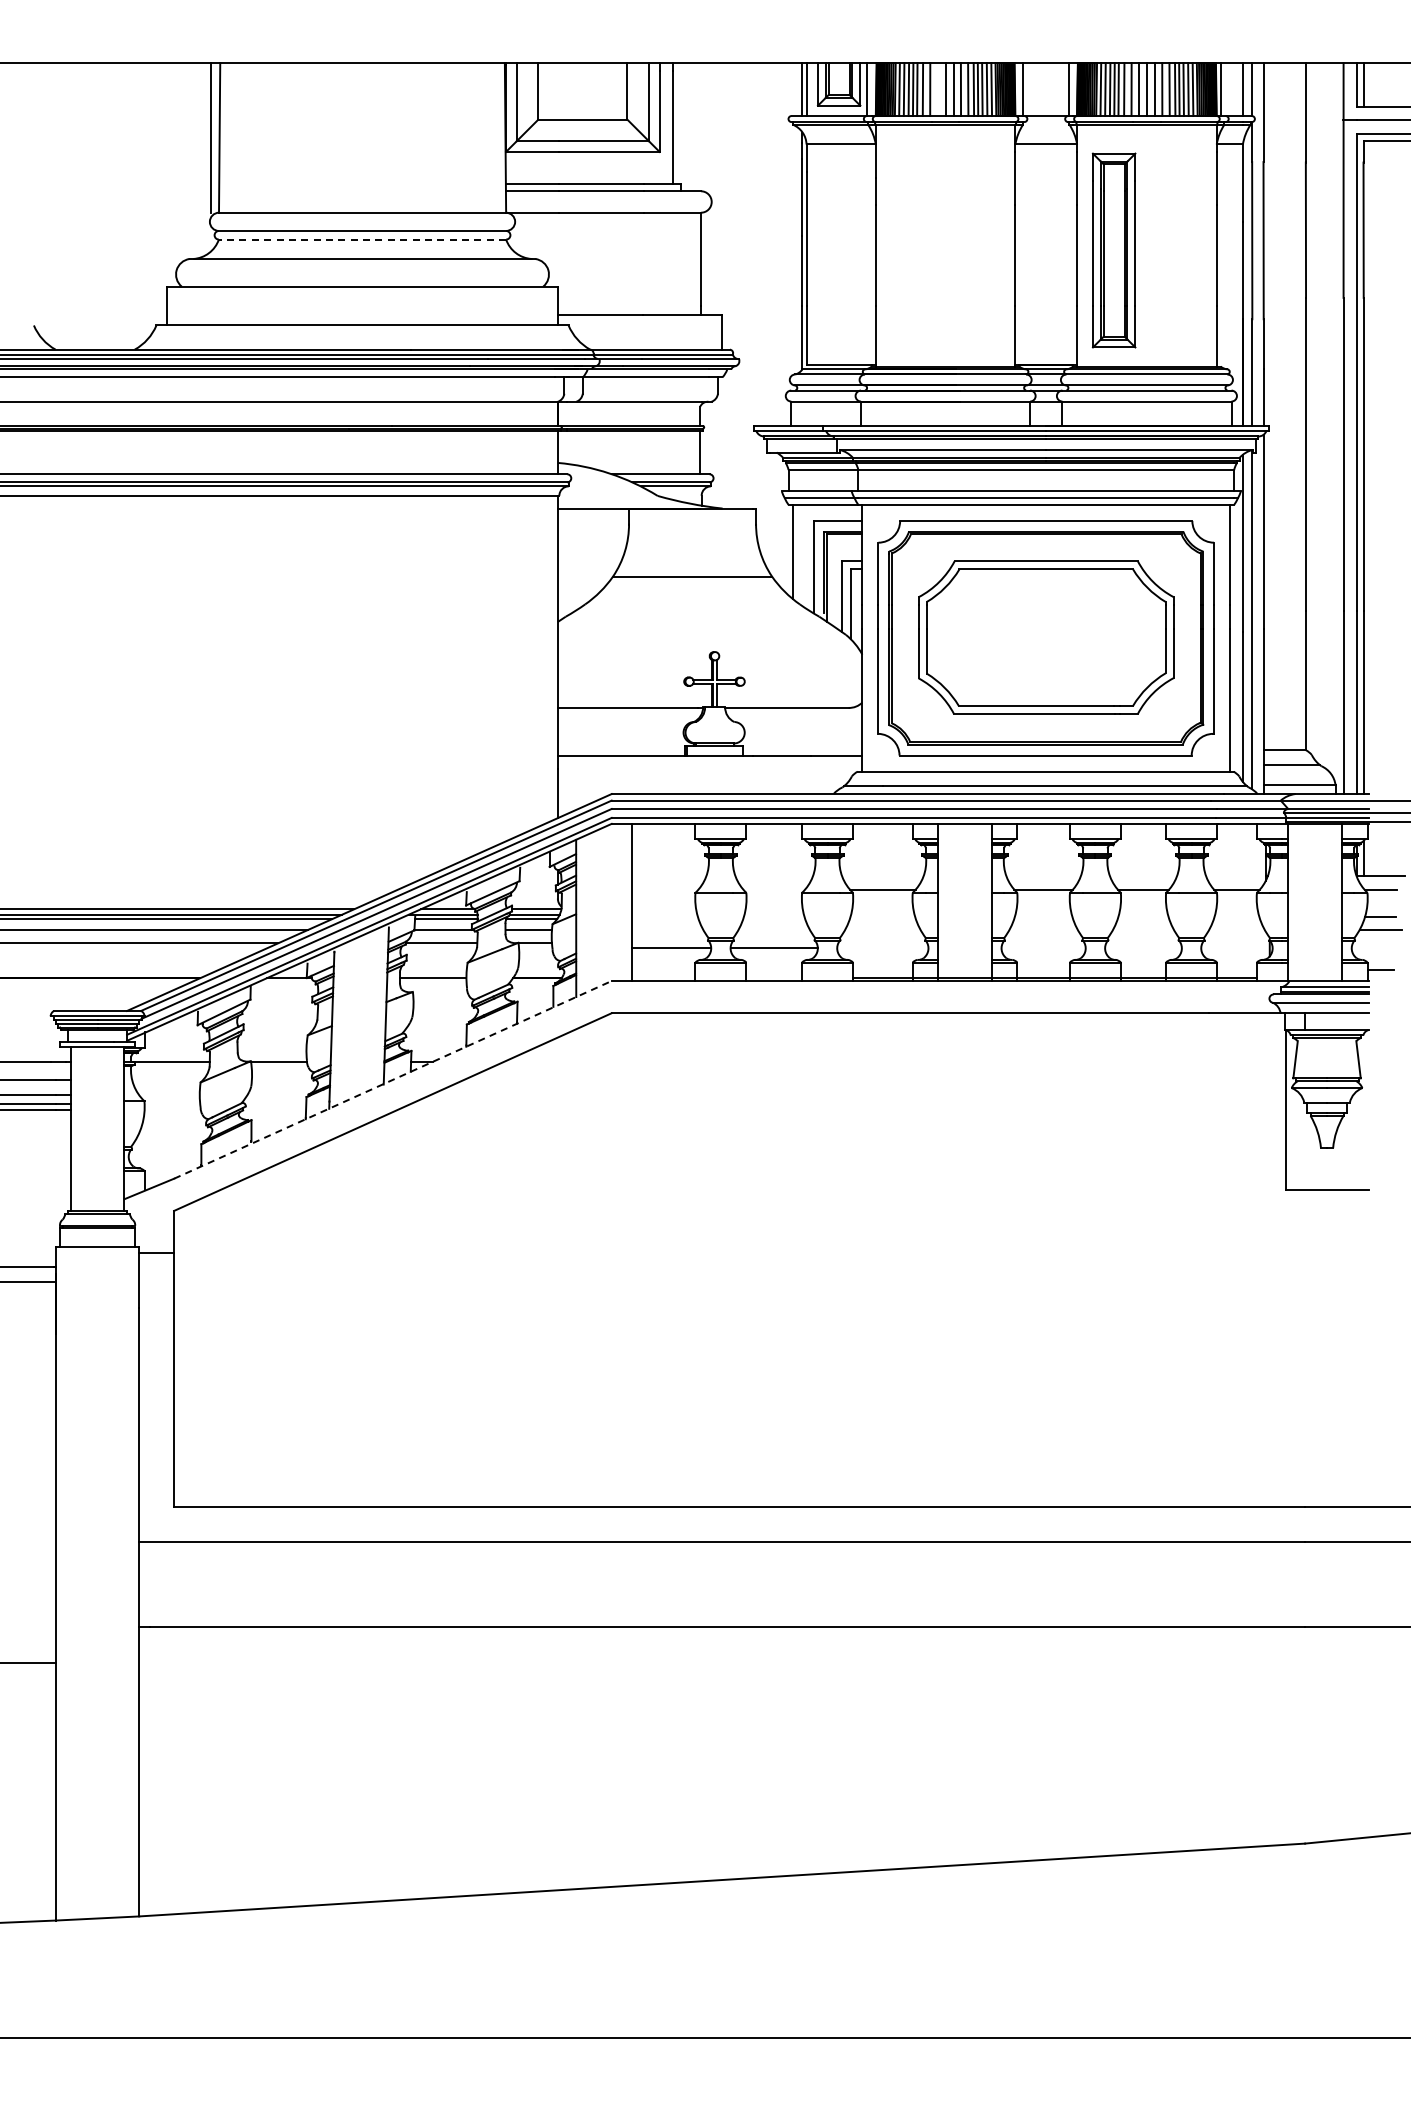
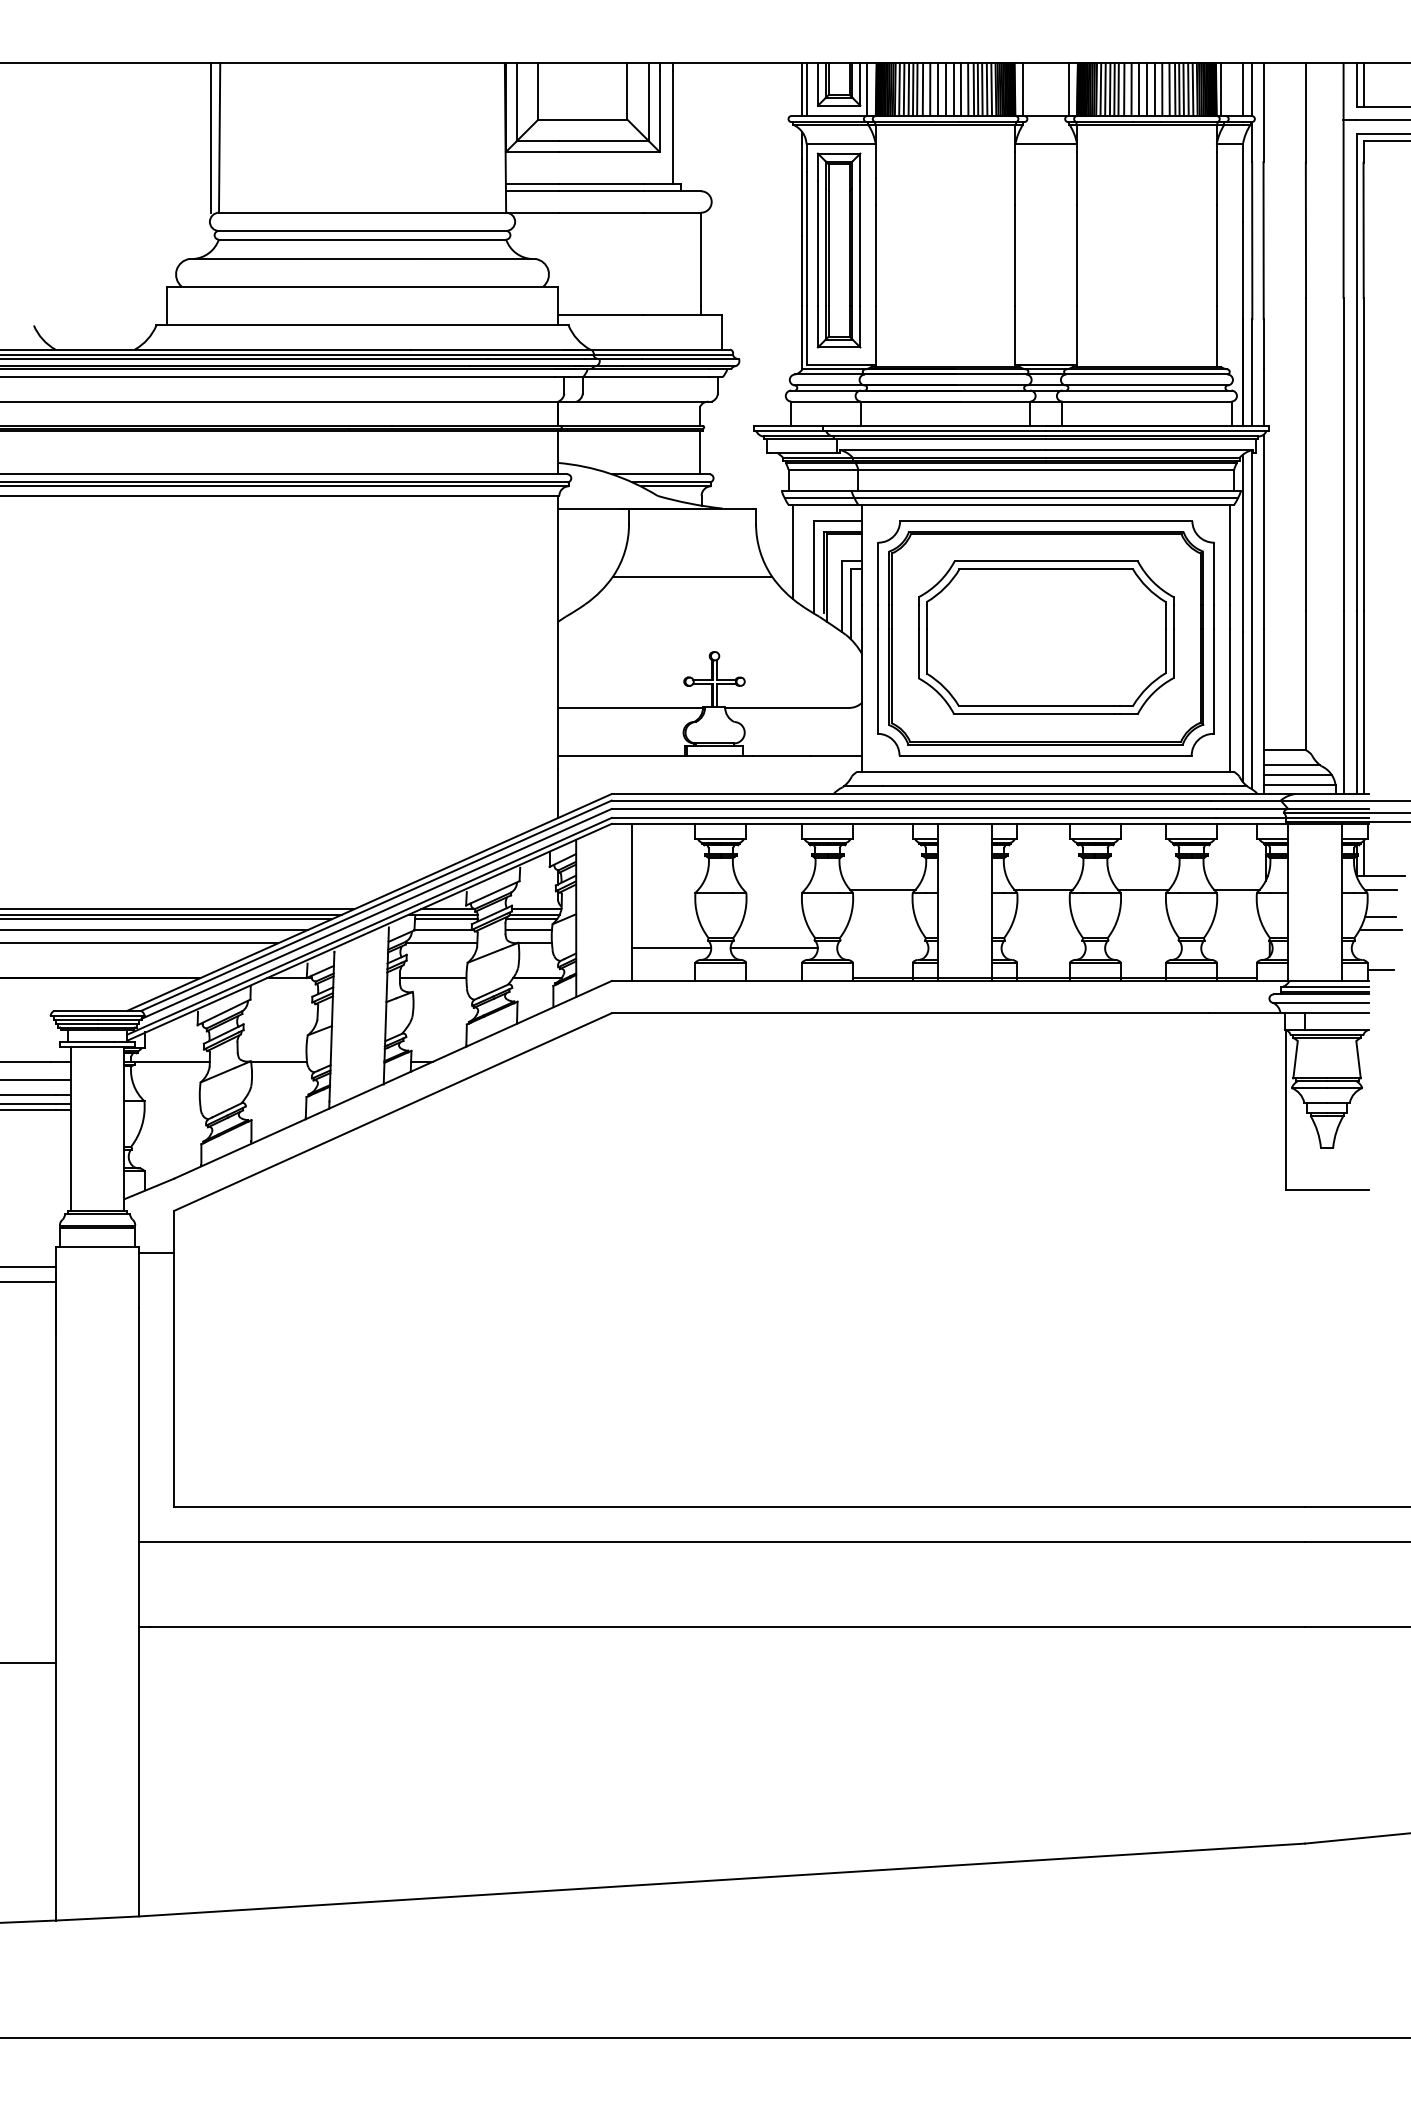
line at (937, 89): none -> present
line at (362, 239): dashed -> solid
part at (1113, 250) position: (1113, 250) -> (838, 250)
line at (1297, 775): none -> present
line at (393, 1079): dashed -> solid
